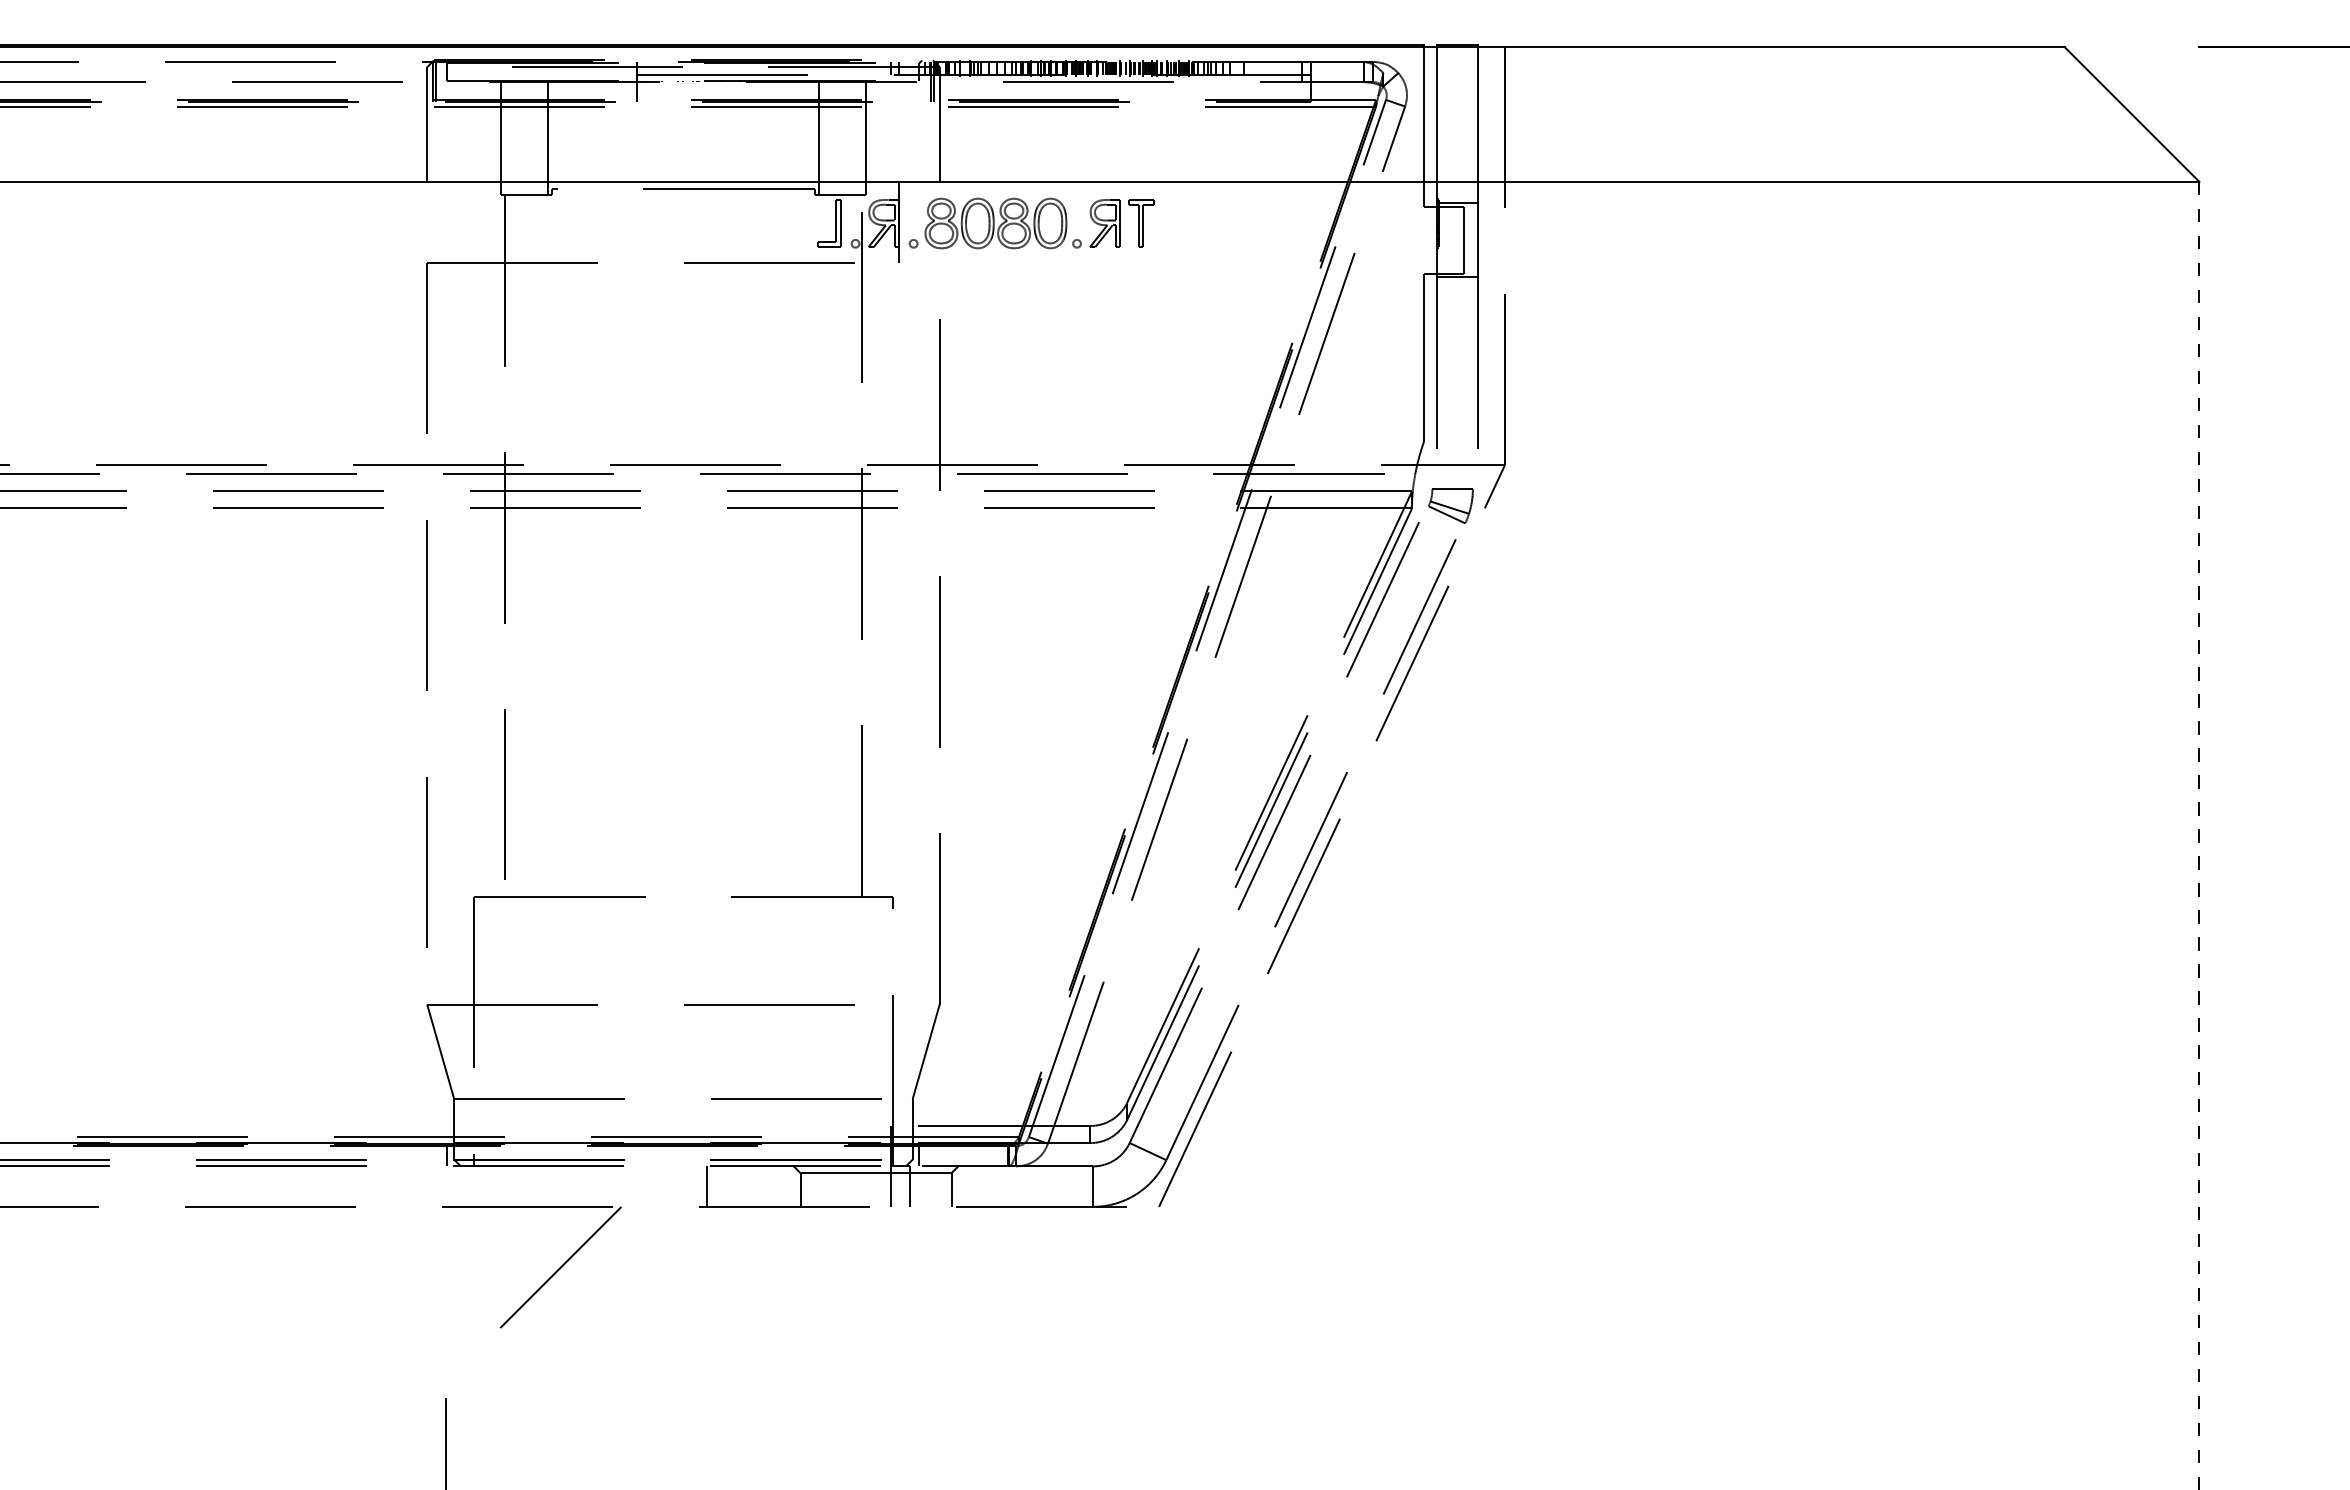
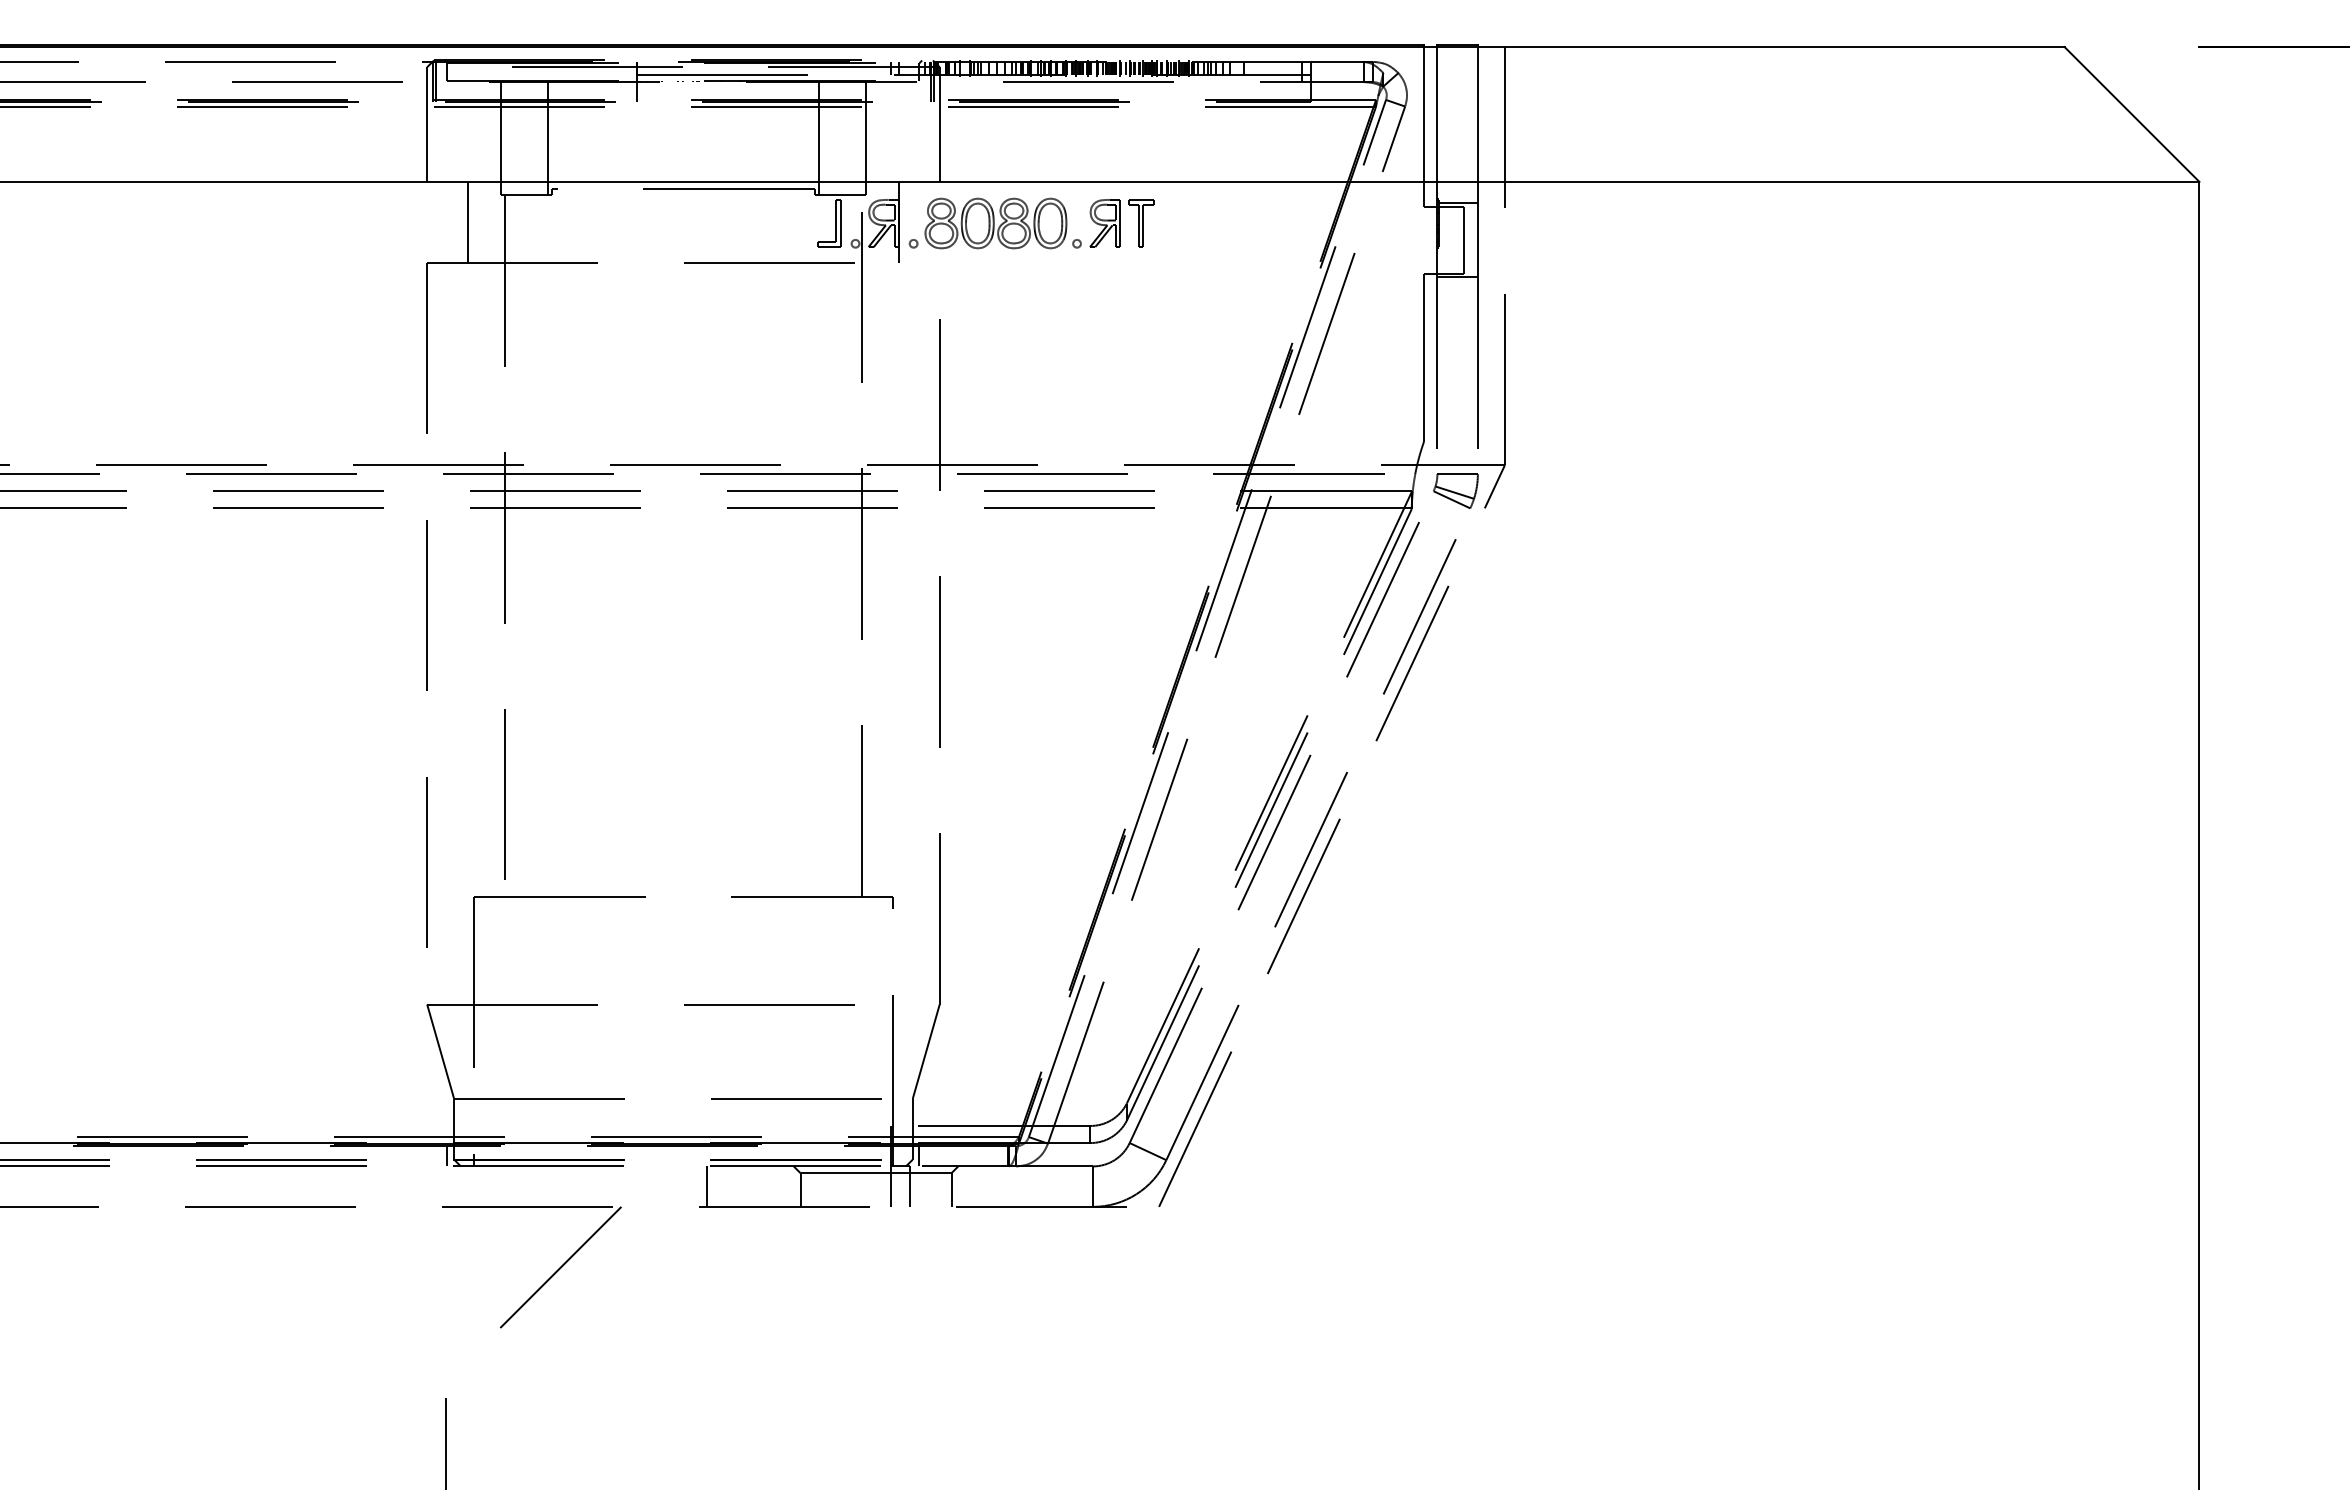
line at (467, 221): none -> present
part at (1450, 505) position: (1450, 505) -> (1455, 490)
line at (2199, 835): dashed -> solid
